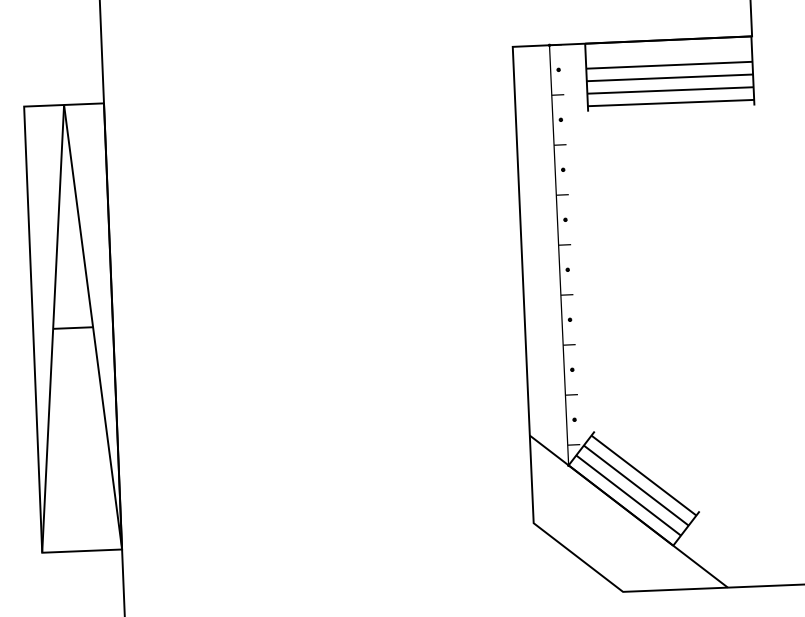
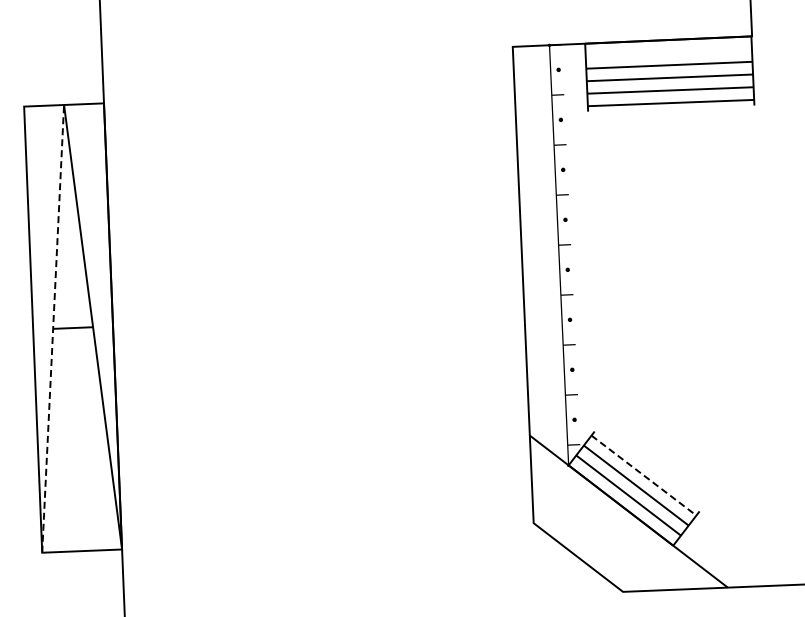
line at (53, 328): solid -> dashed
line at (643, 475): solid -> dashed
